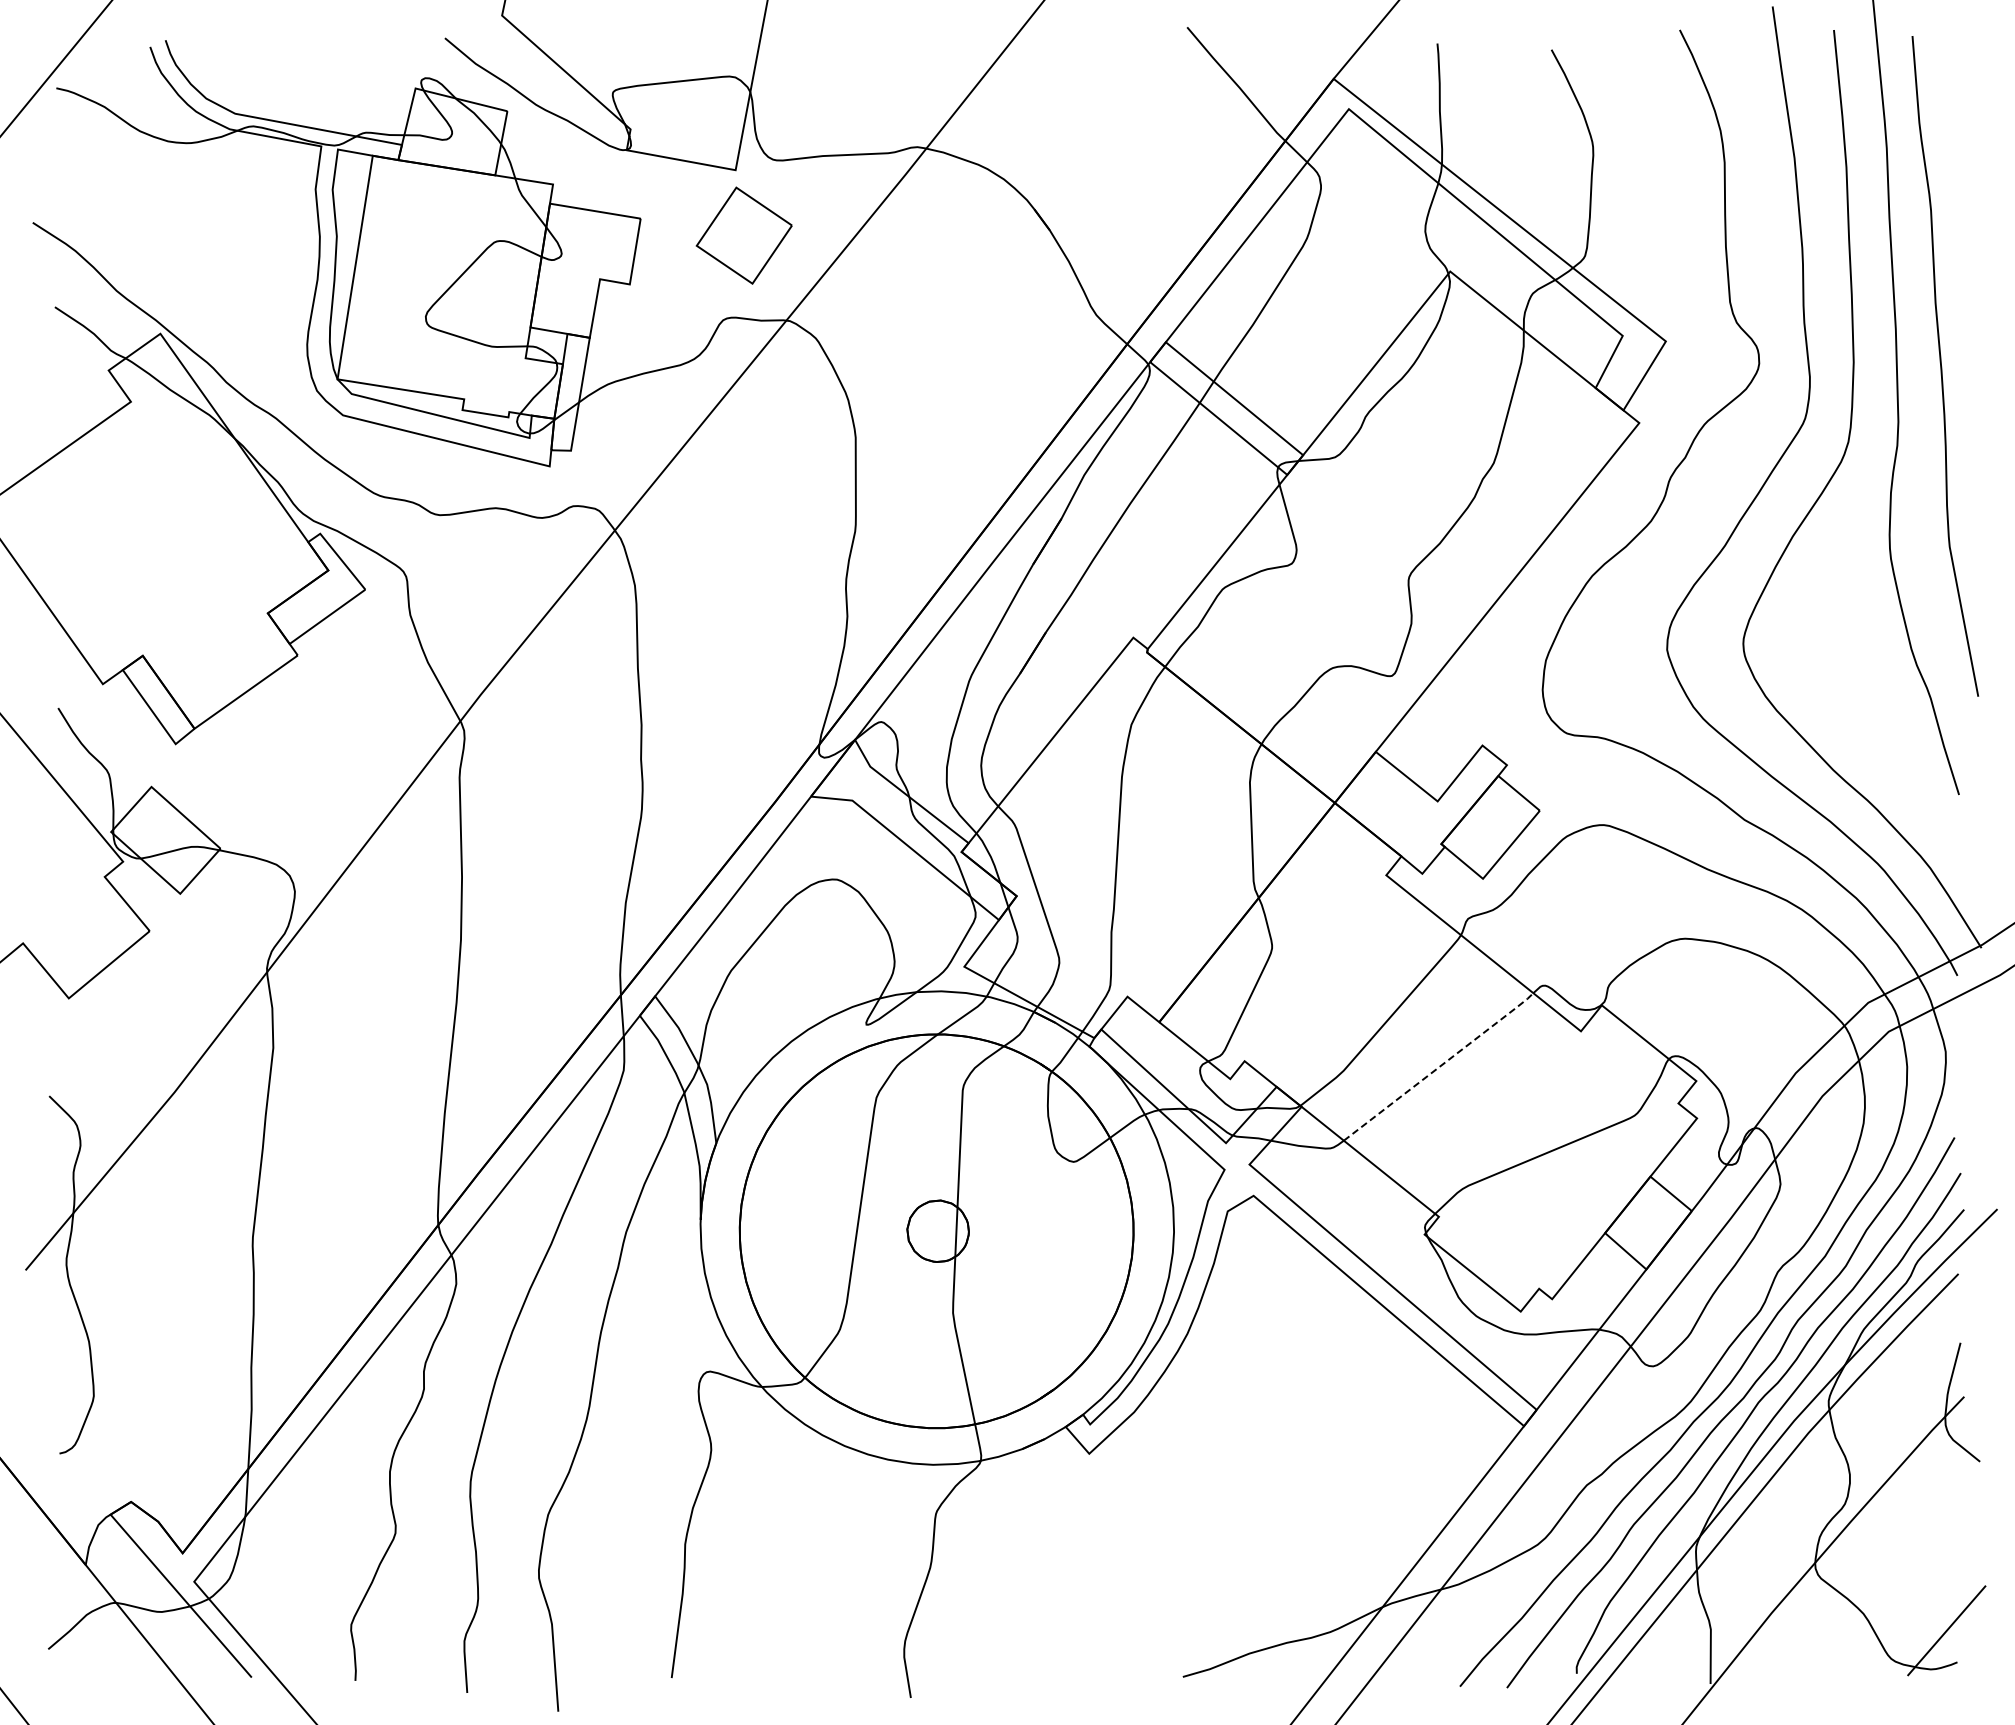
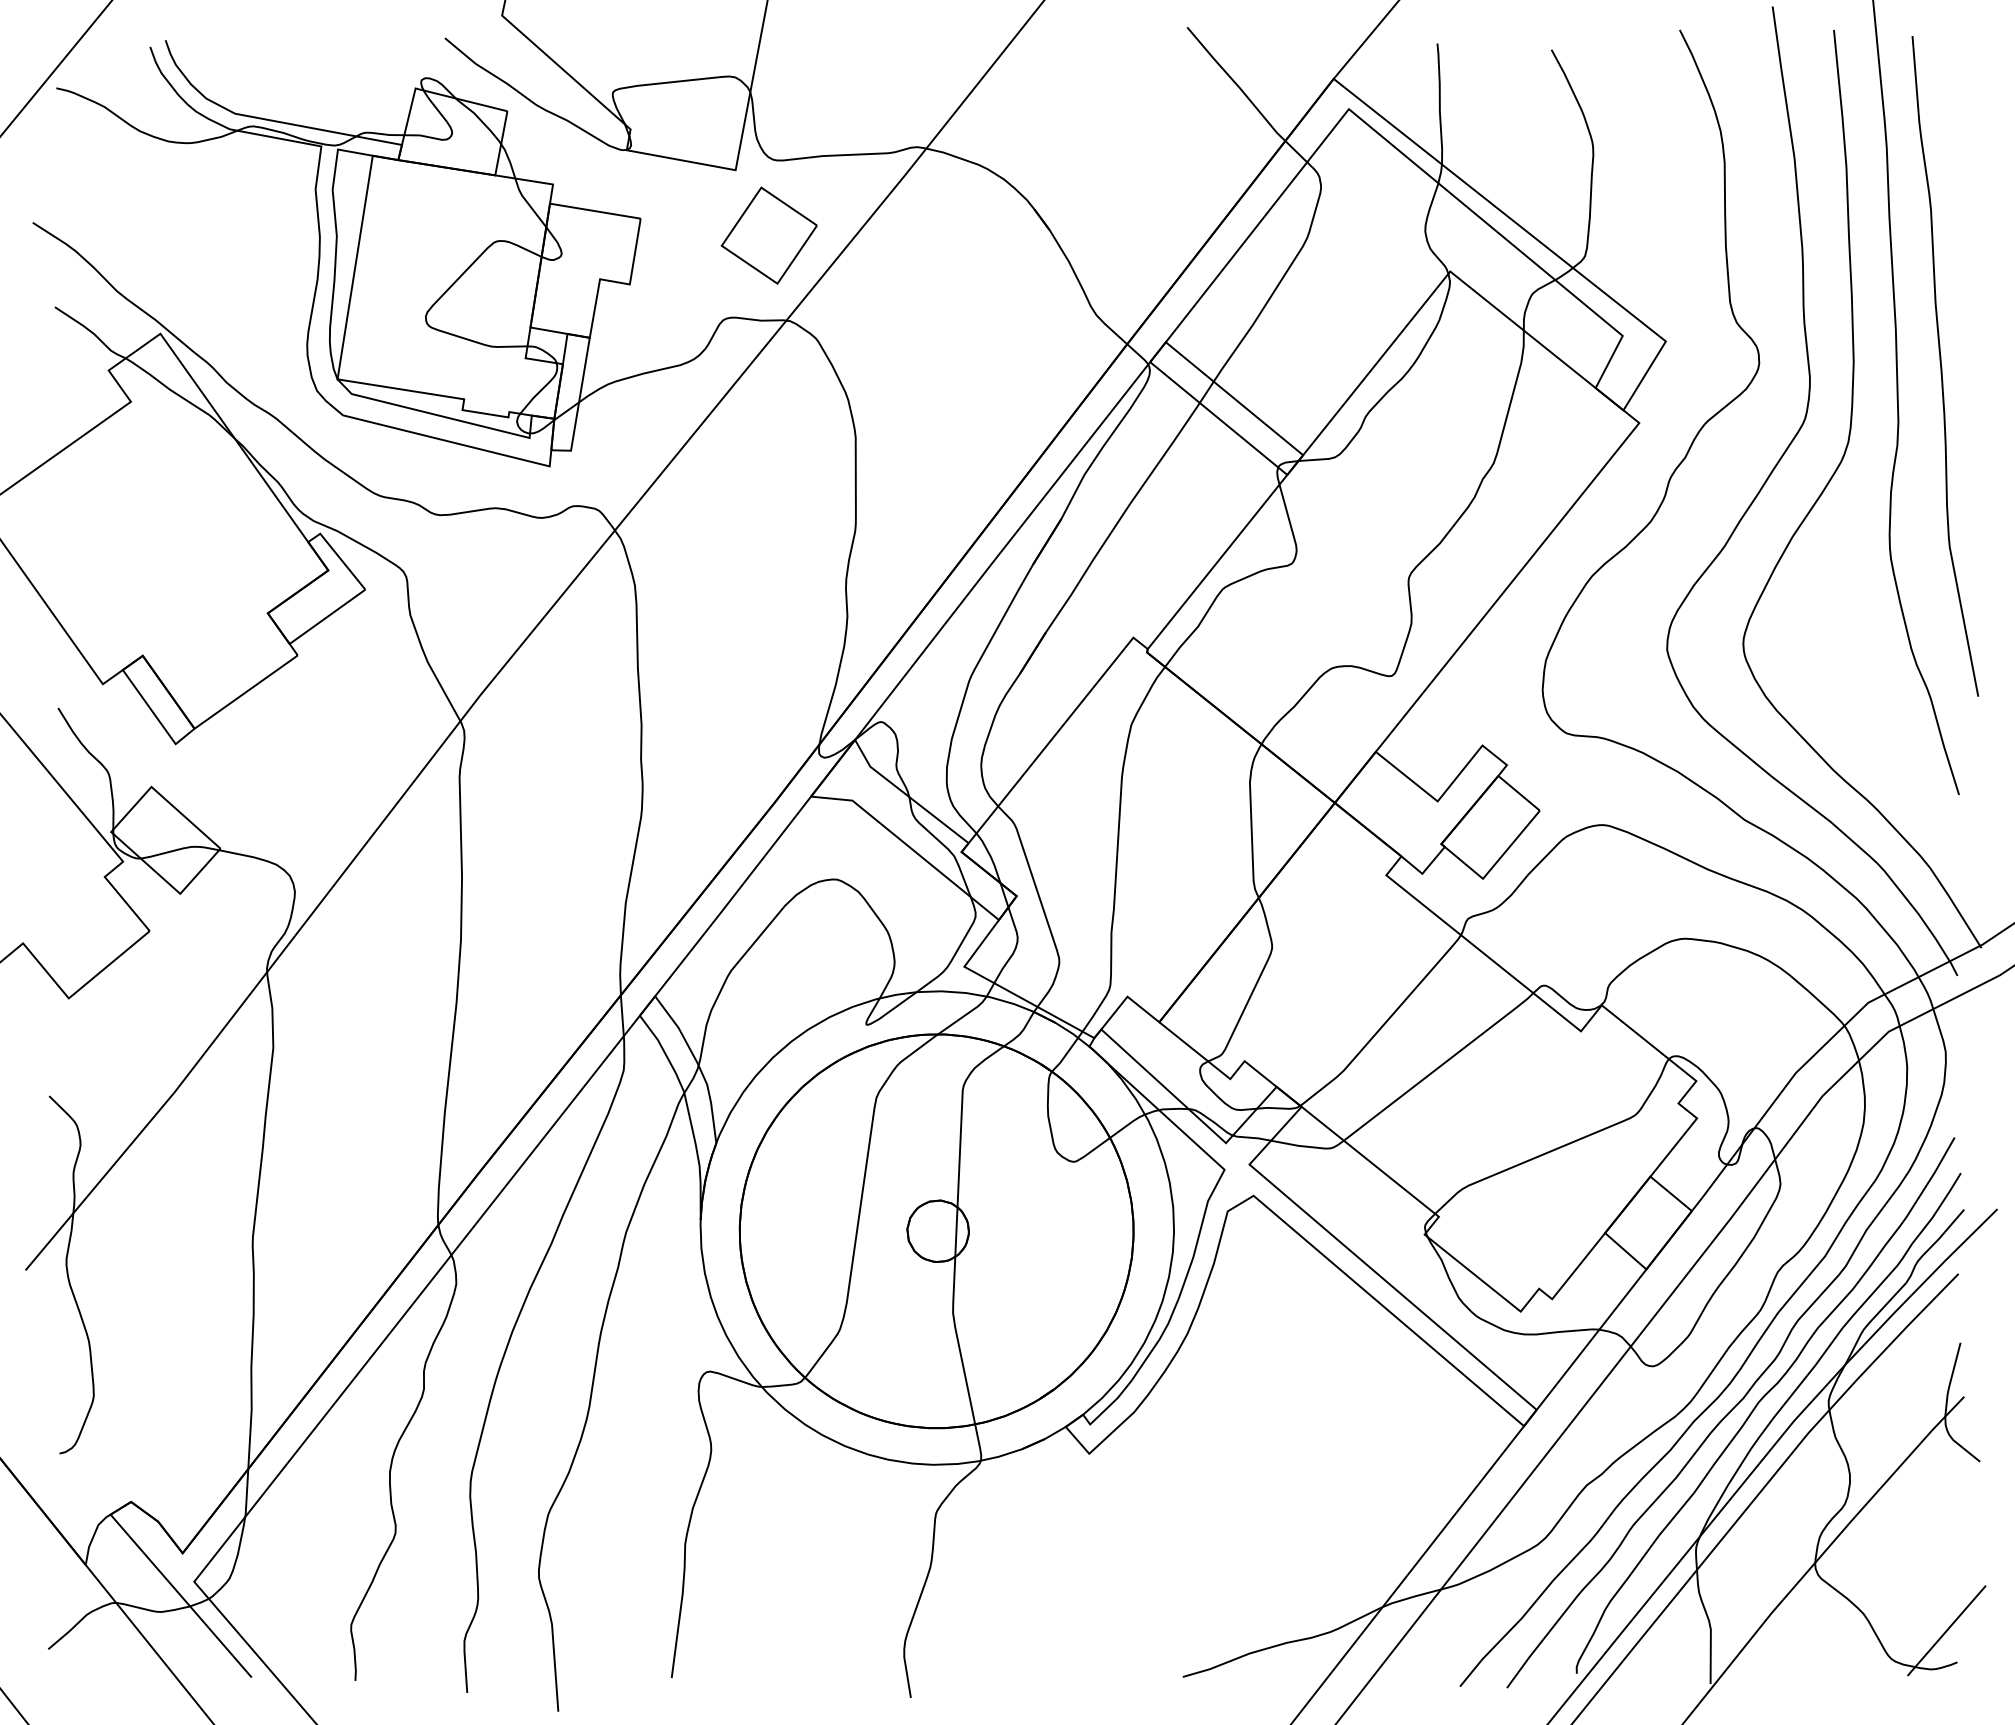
part at (743, 235) position: (743, 235) -> (768, 235)
line at (1440, 1066): dashed -> solid
